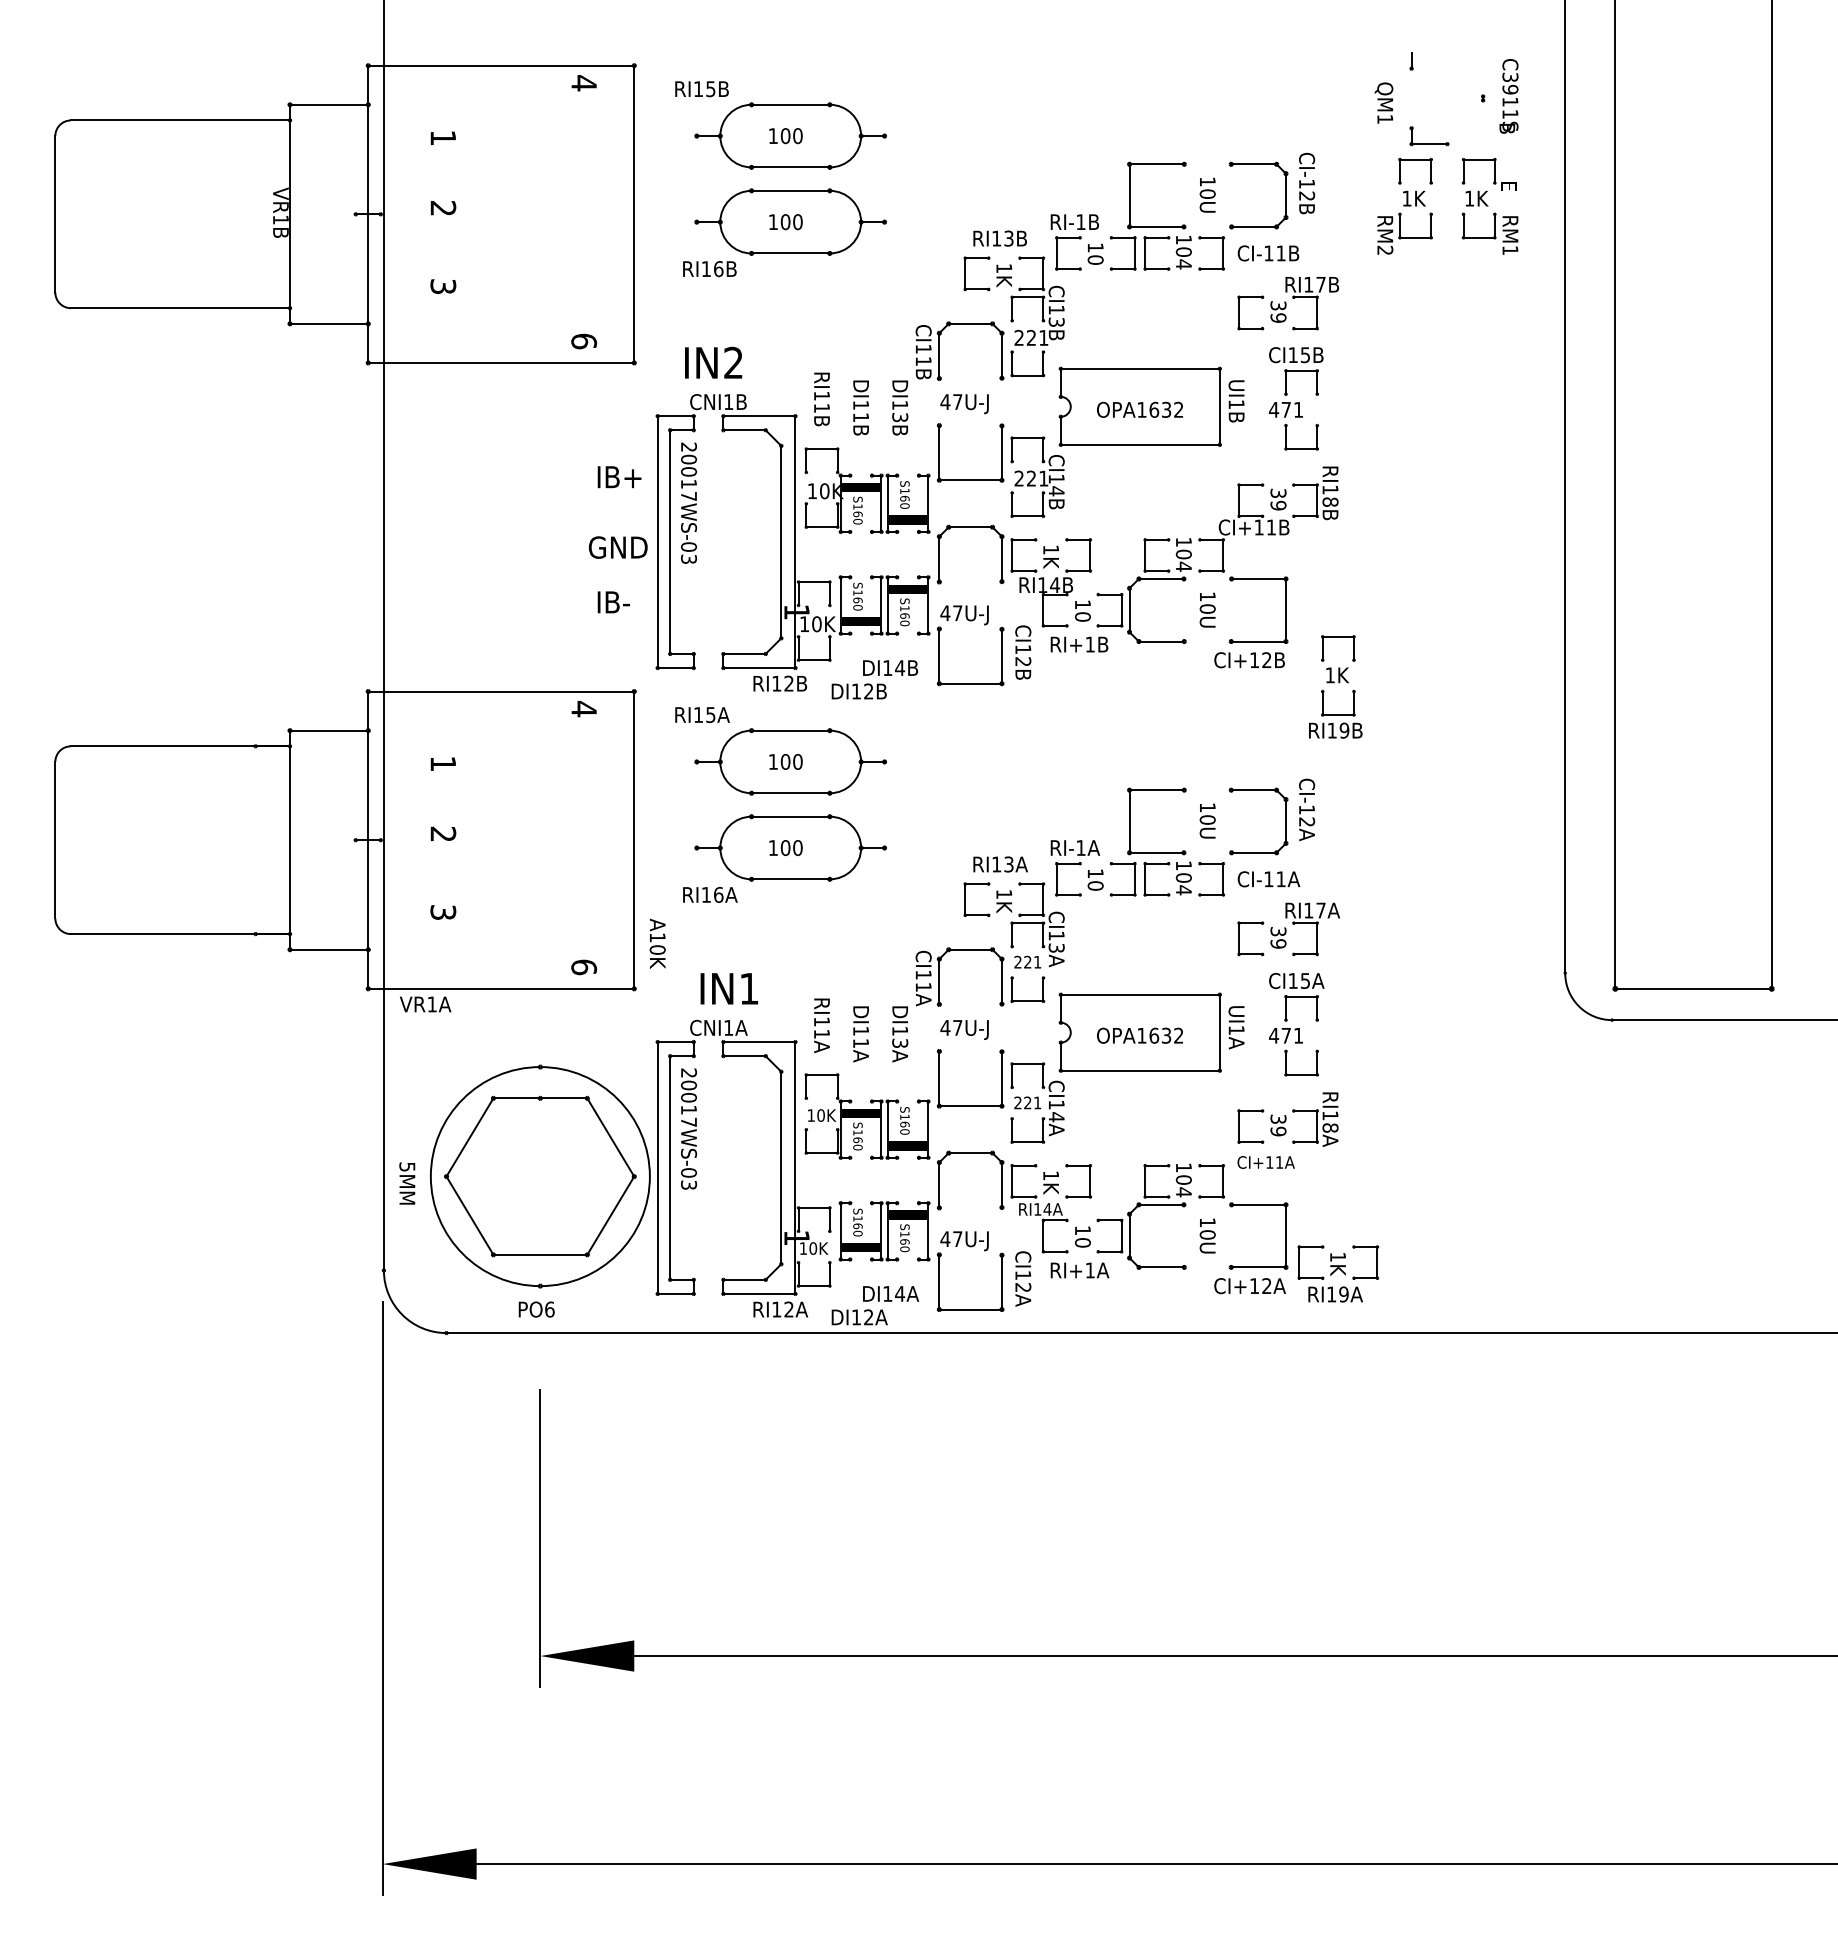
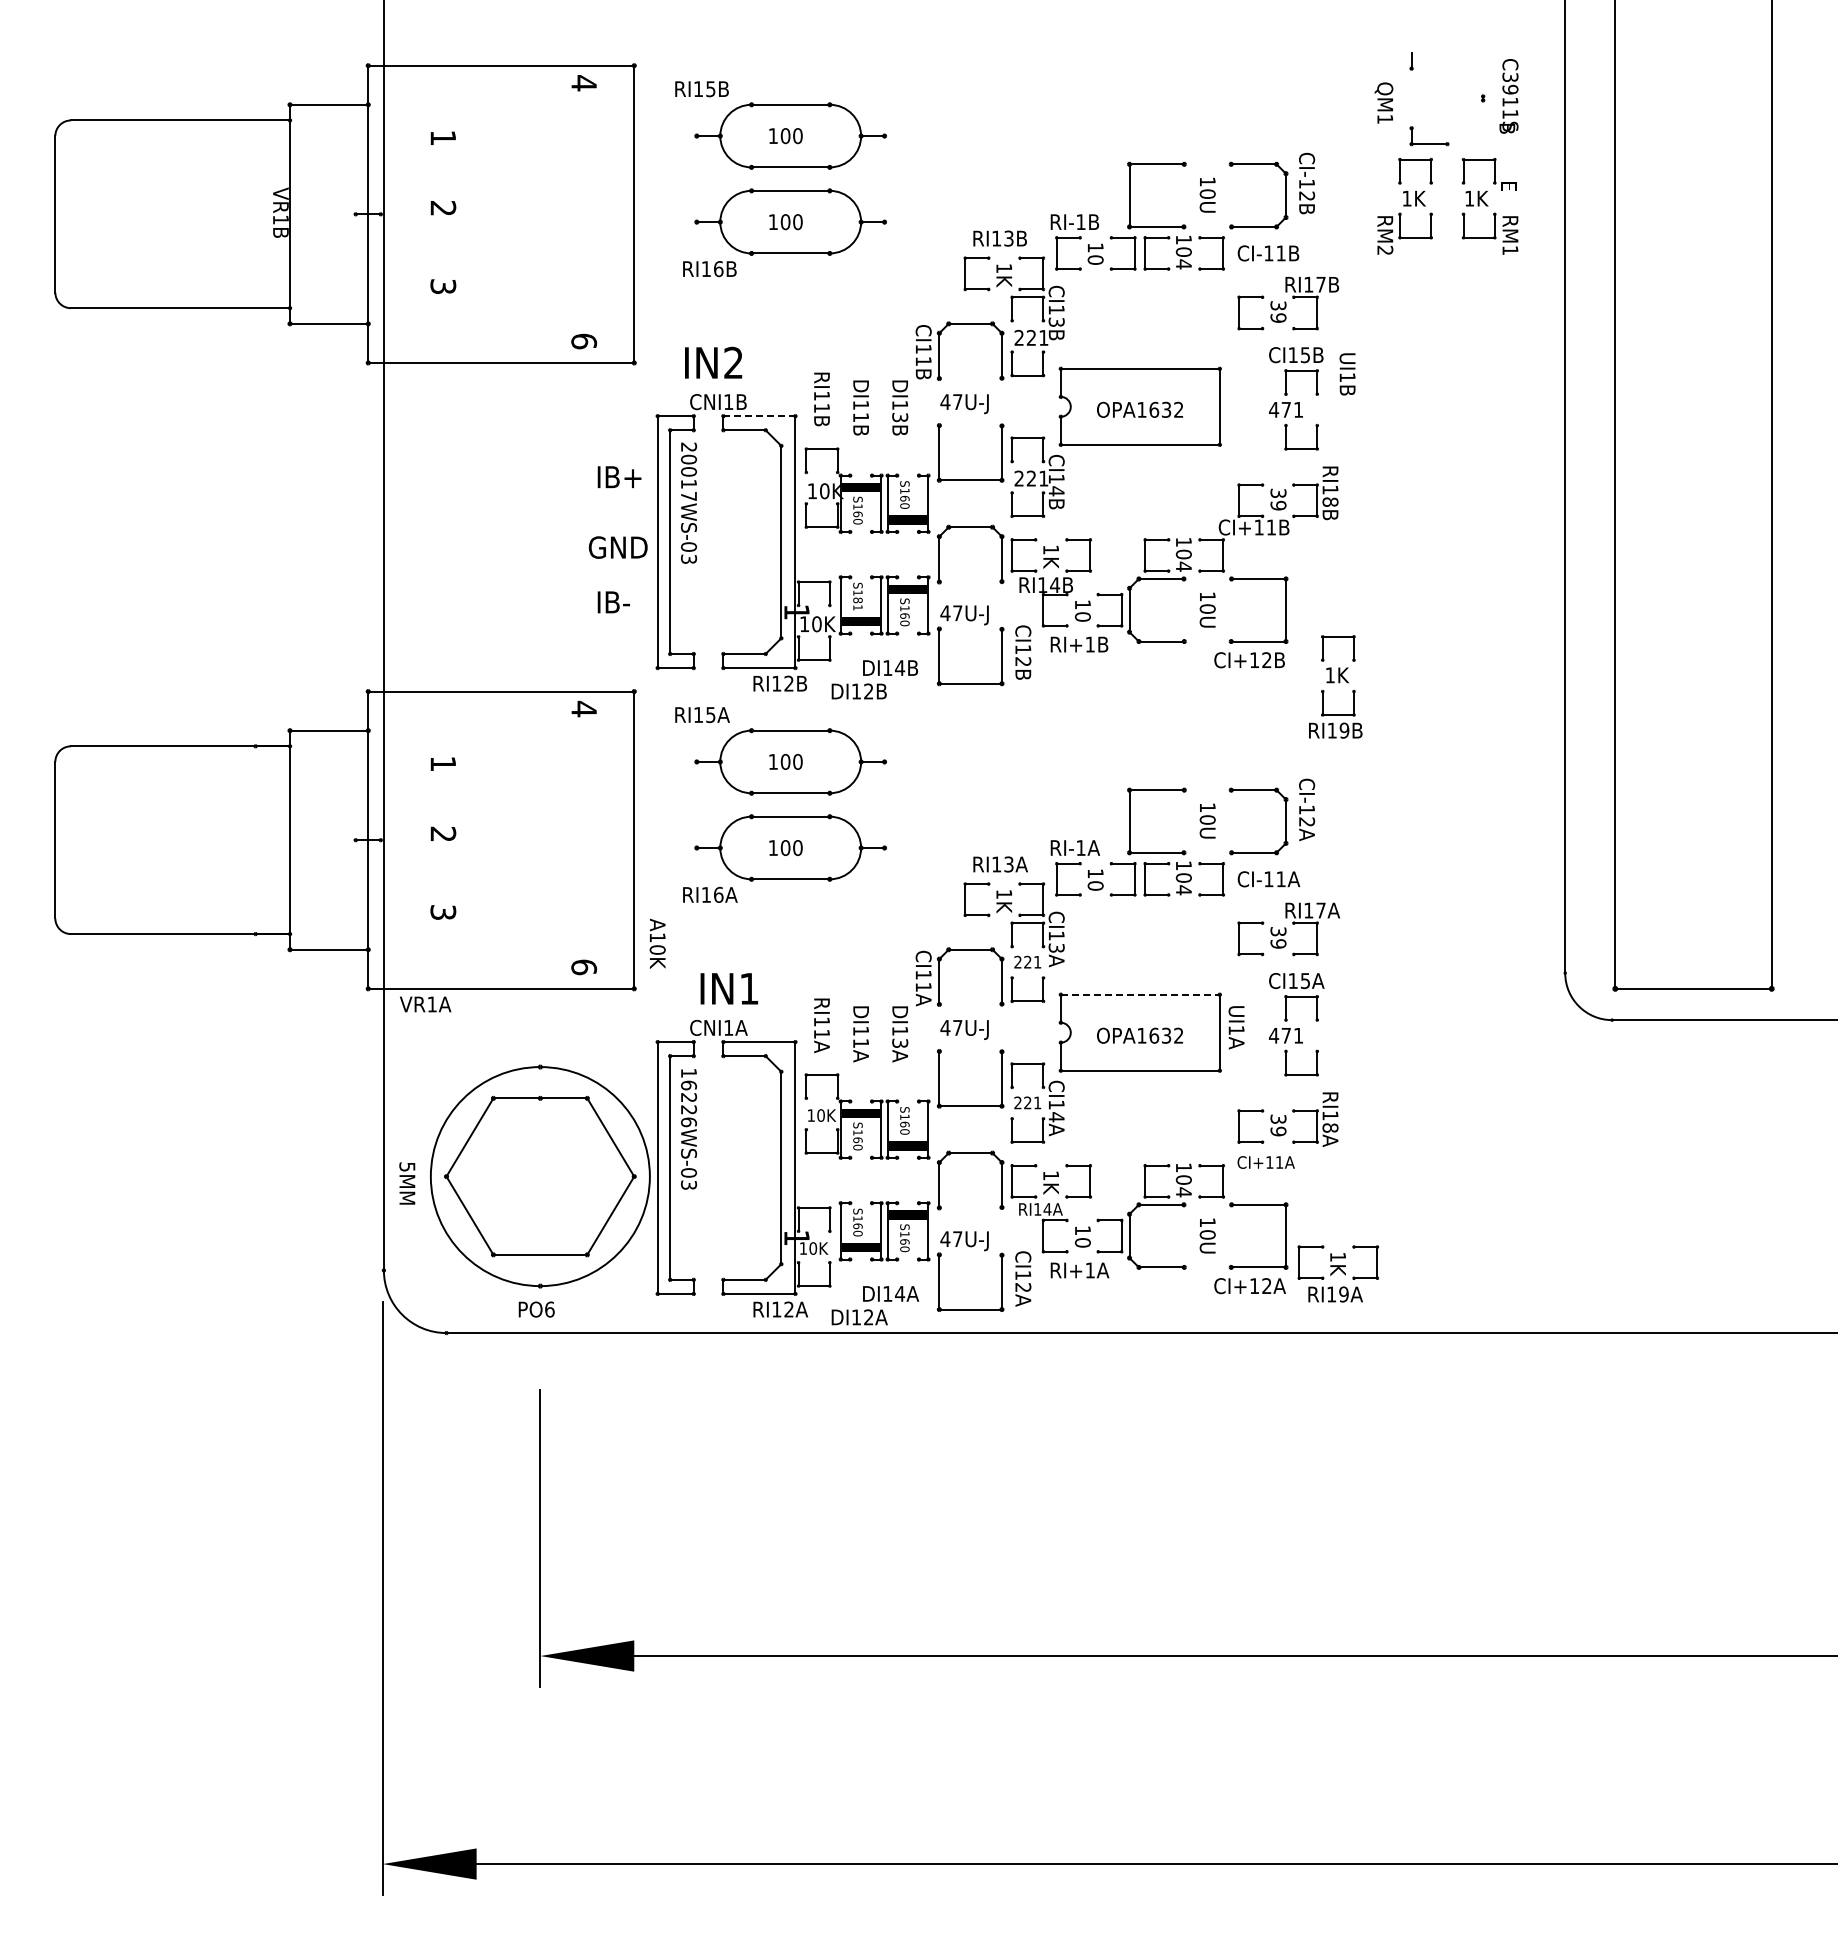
text at (1236, 401) position: (1236, 401) -> (1347, 374)
line at (759, 416): solid -> dashed
text at (857, 603): S160 -> S181
line at (1140, 994): solid -> dashed
text at (689, 1097): 20017WS-03 -> 16226WS-03
